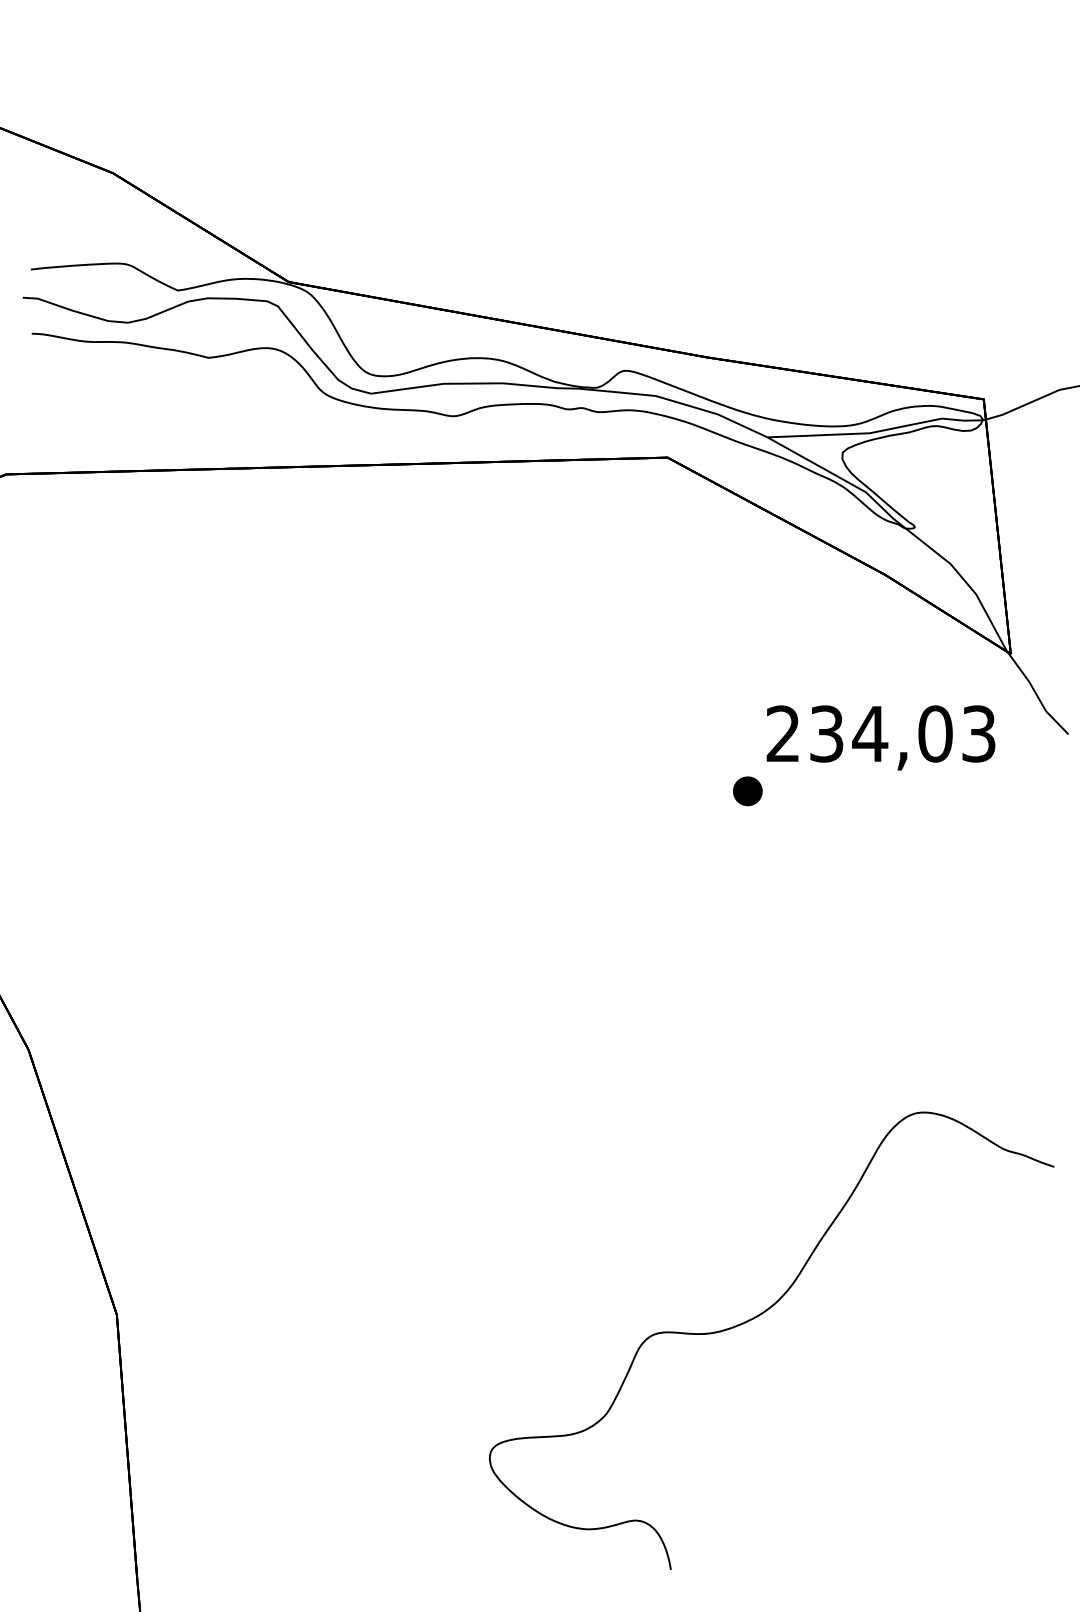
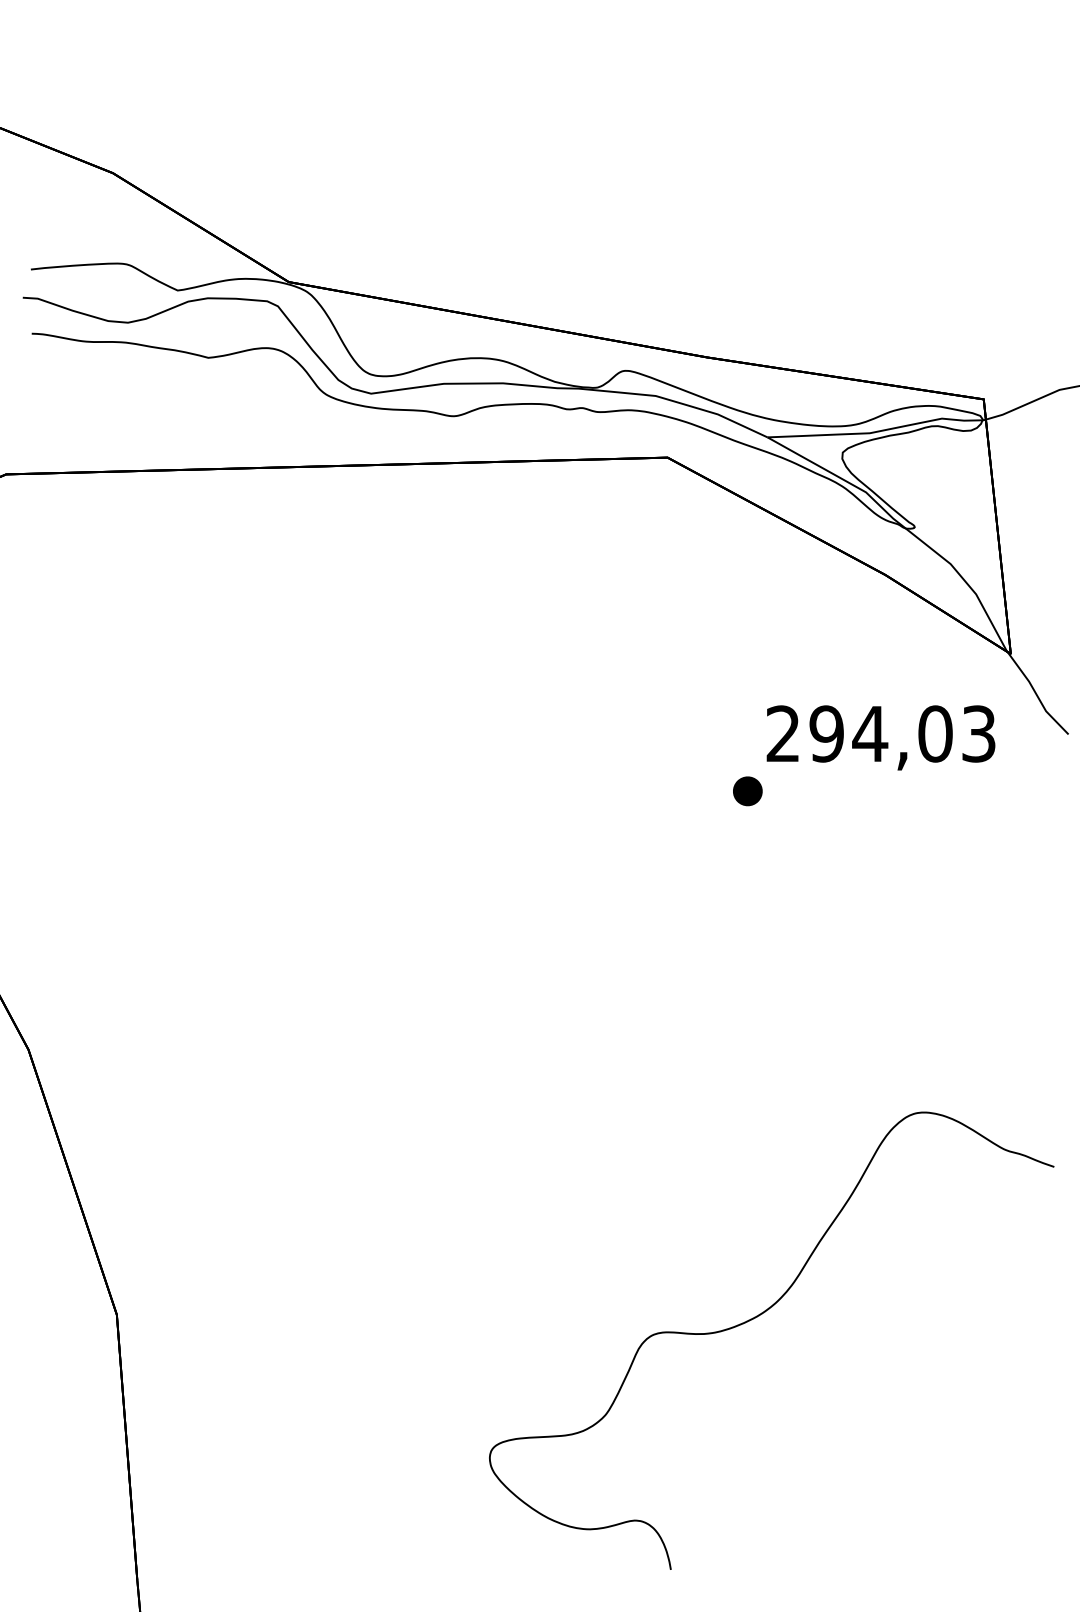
text at (826, 733): 234,03 -> 294,03
